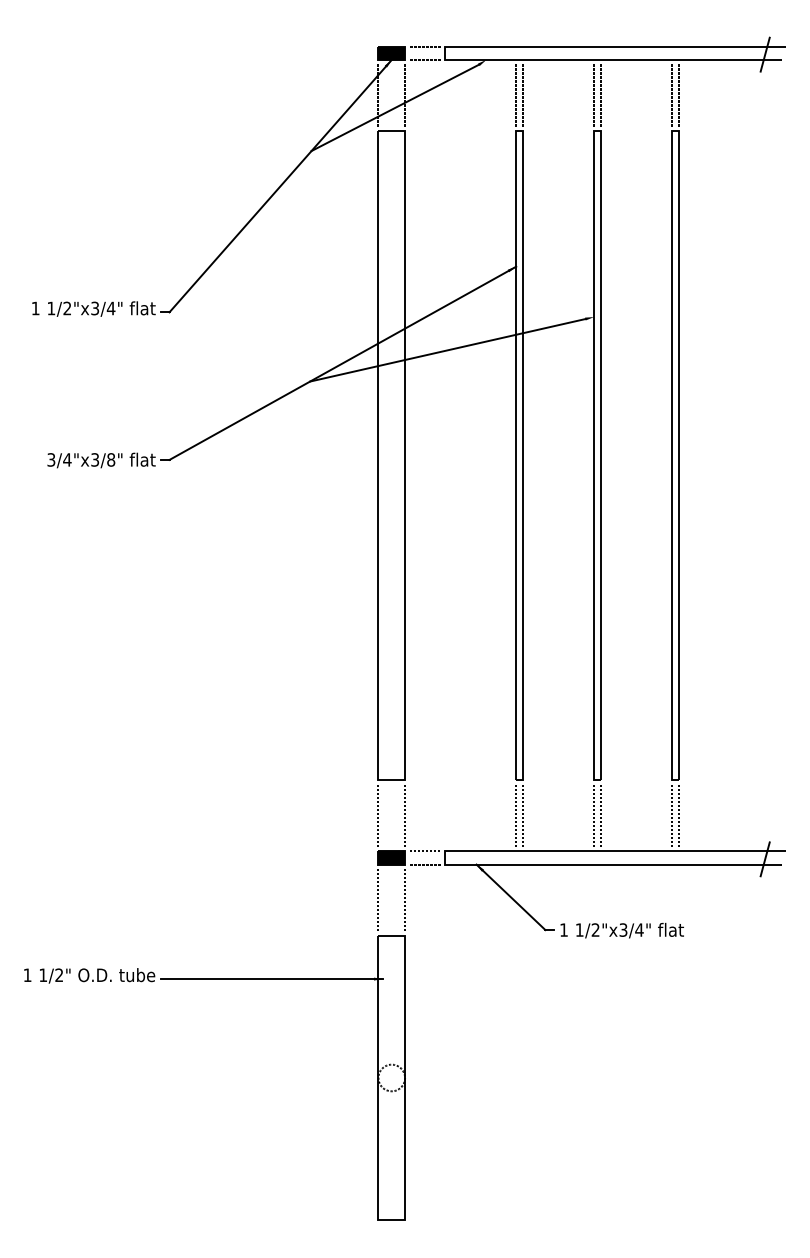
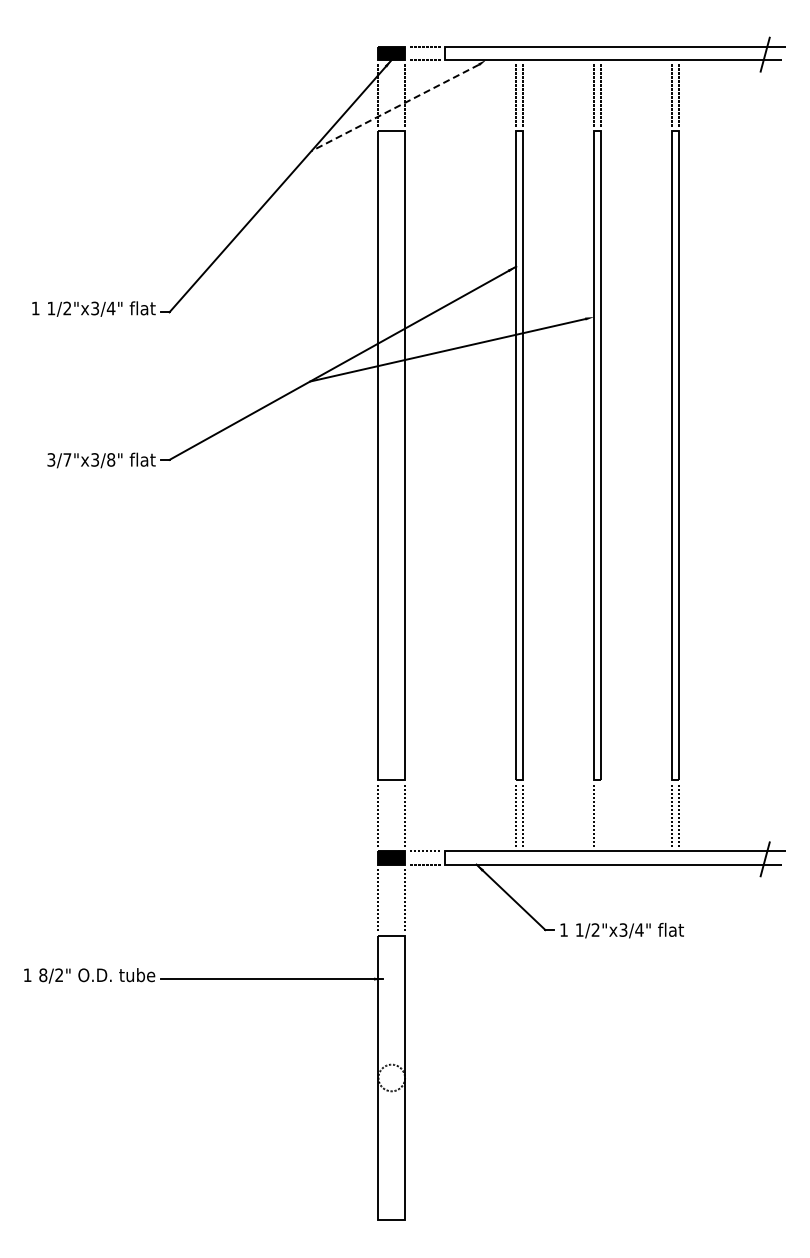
line at (394, 108): solid -> dashed
text at (67, 459): 3/4"x3/8" -> 3/7"x3/8"
line at (600, 815): present -> none
text at (43, 975): 1/2" -> 8/2"
